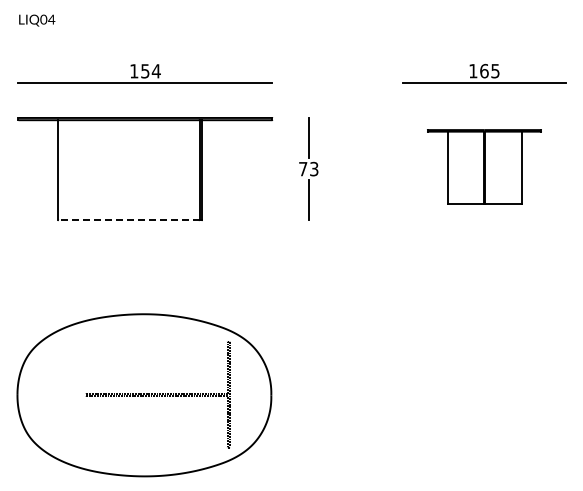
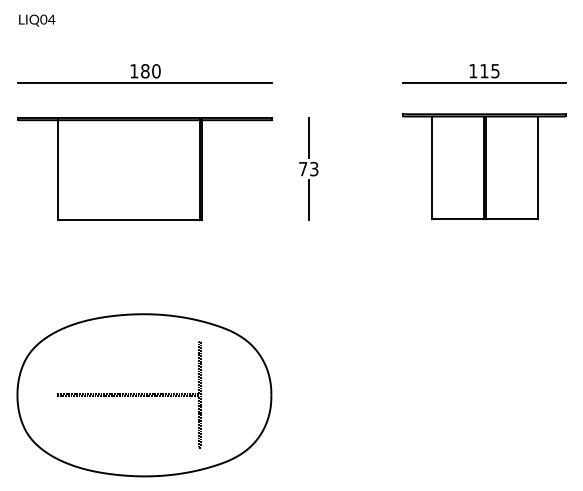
text at (484, 70): 165 -> 115
text at (150, 71): 154 -> 180
part at (484, 166) size: 115x76 px -> 165x108 px
line at (129, 220): dashed -> solid
part at (157, 394) position: (157, 394) -> (128, 394)
